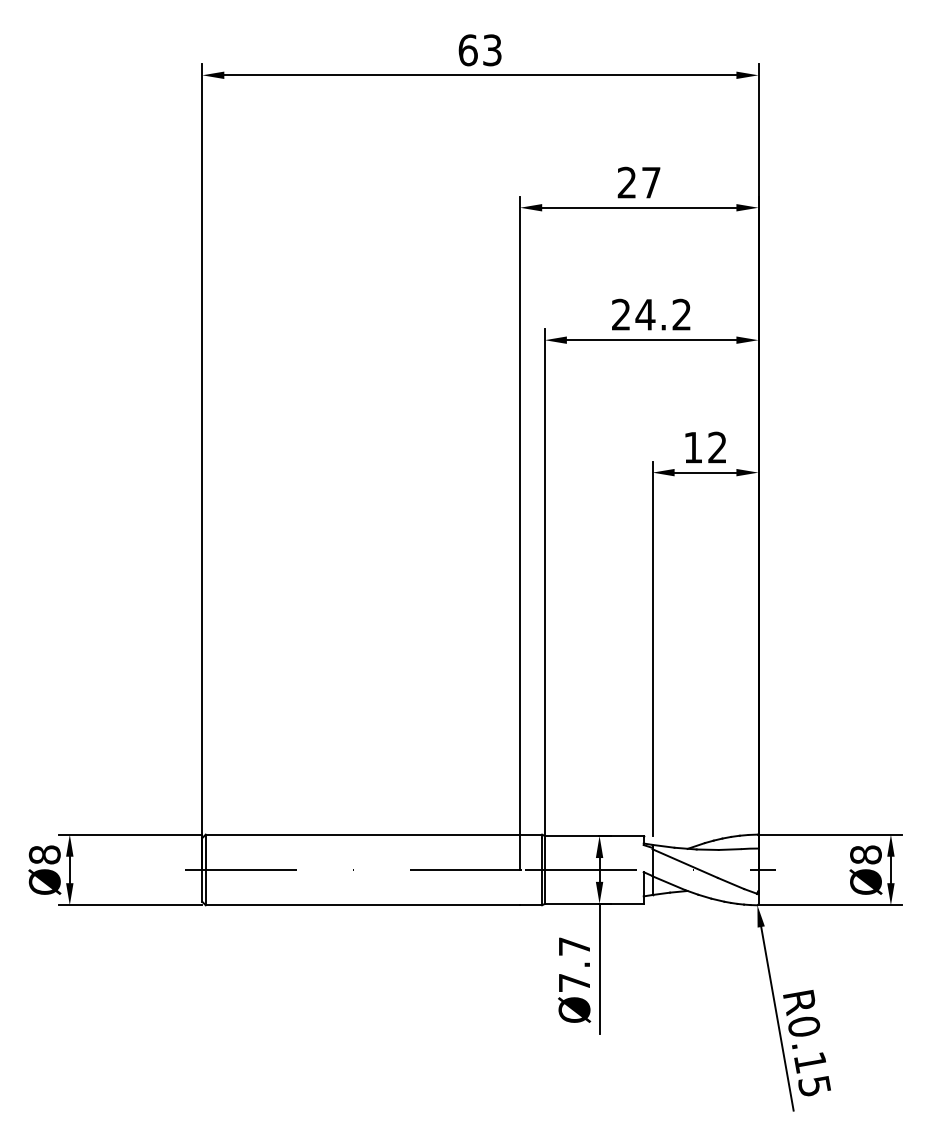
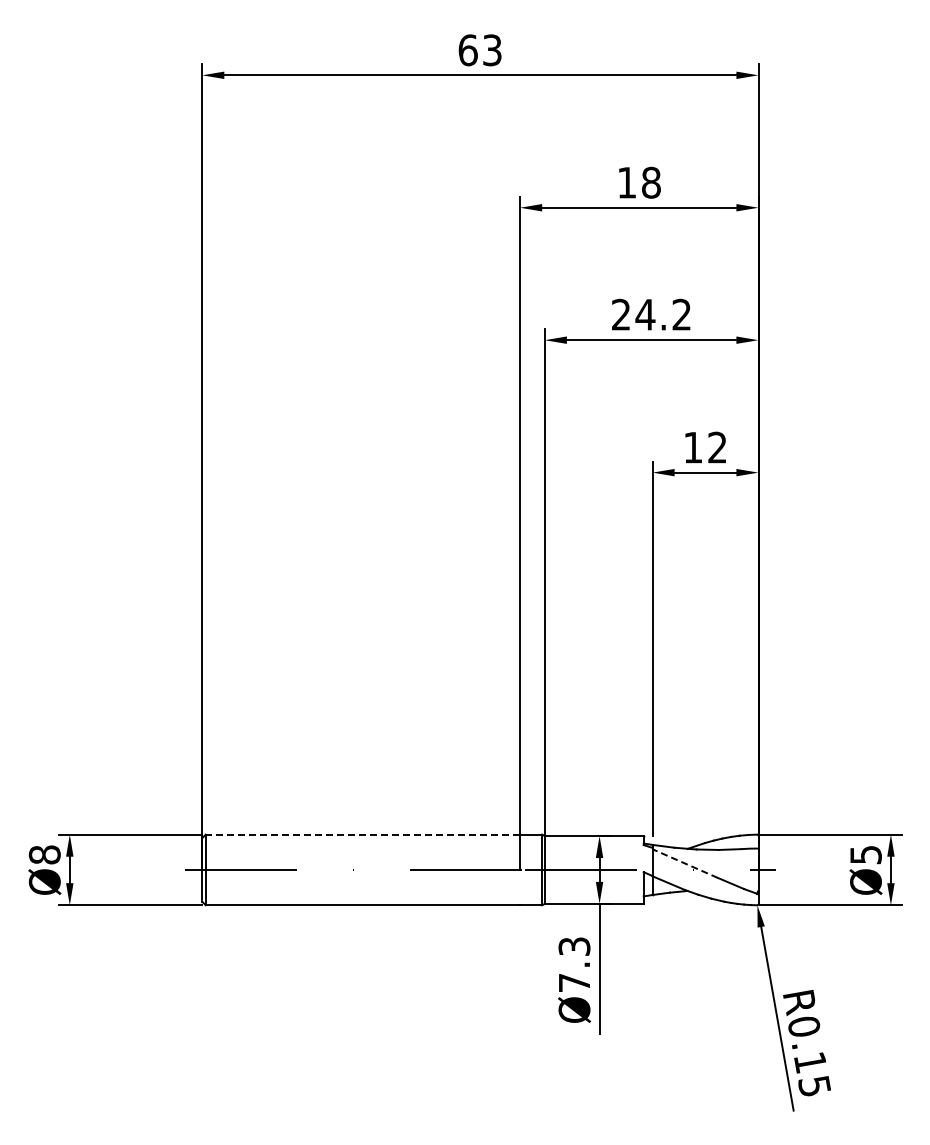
text at (638, 182): 27 -> 18
line at (362, 834): solid -> dashed
text at (865, 854): Ø8 -> Ø5
line at (685, 863): solid -> dashed
text at (574, 946): Ø7.7 -> Ø7.3
